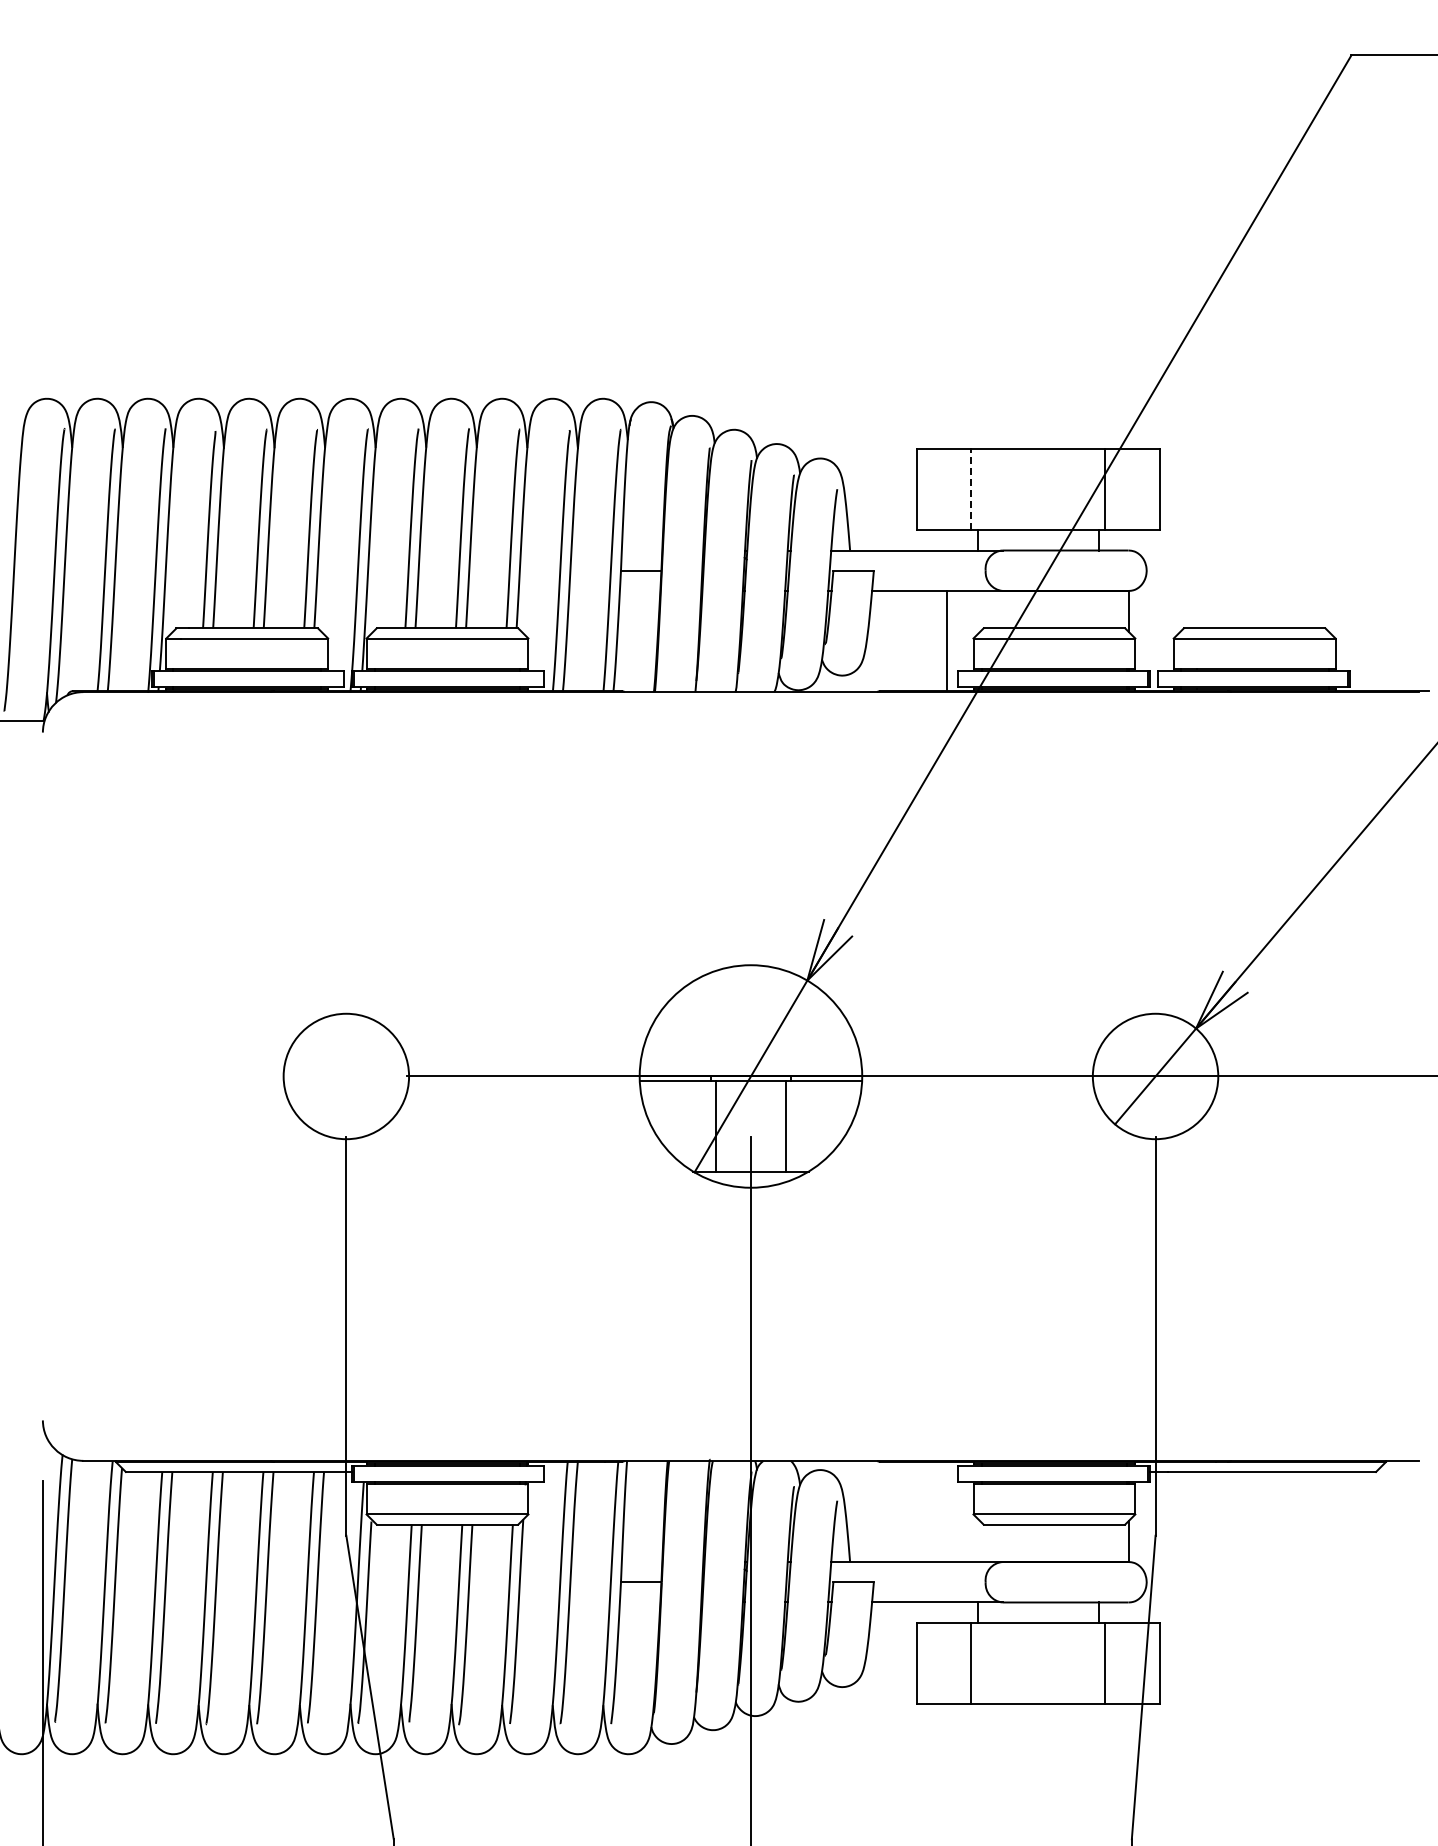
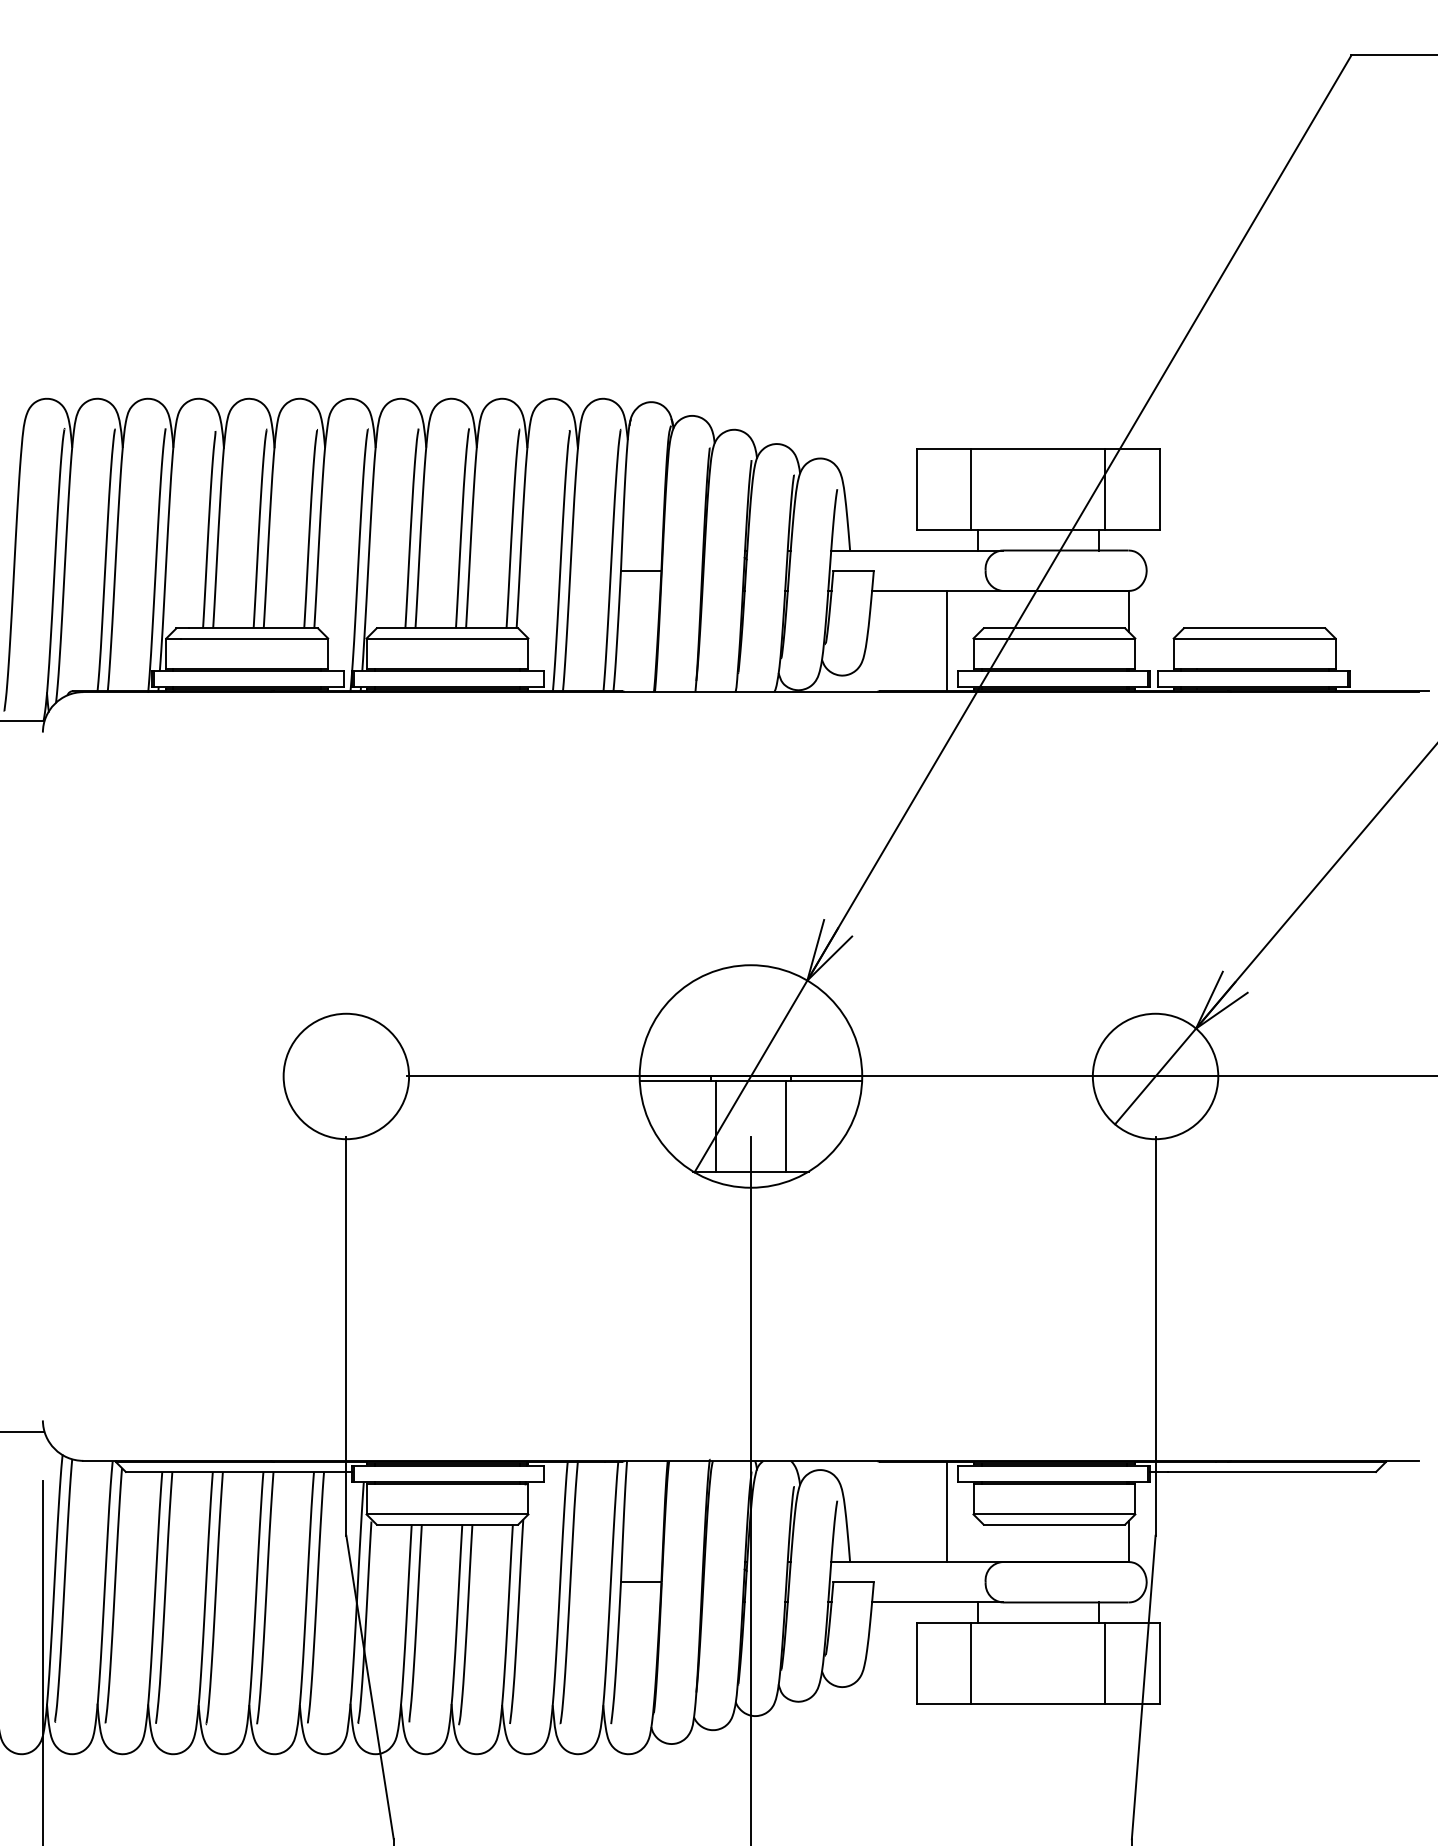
line at (971, 489): dashed -> solid
line at (23, 1431): none -> present
line at (947, 1511): none -> present
